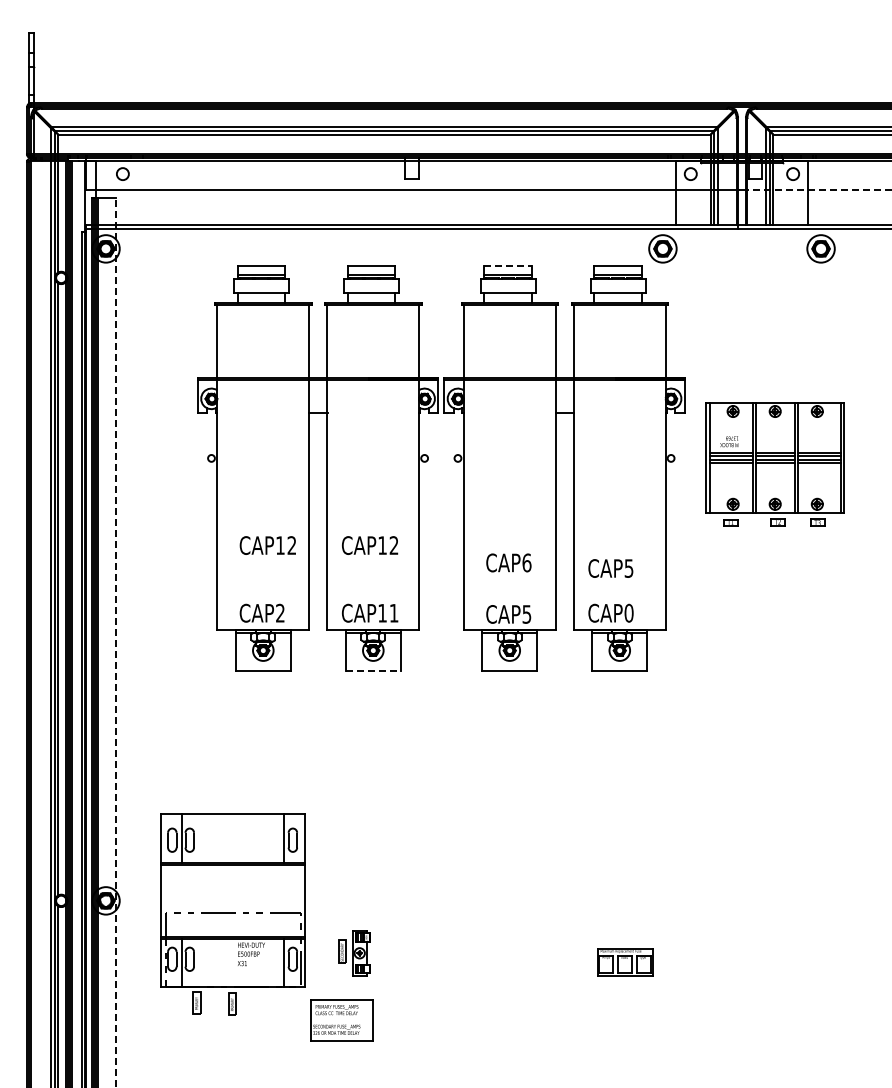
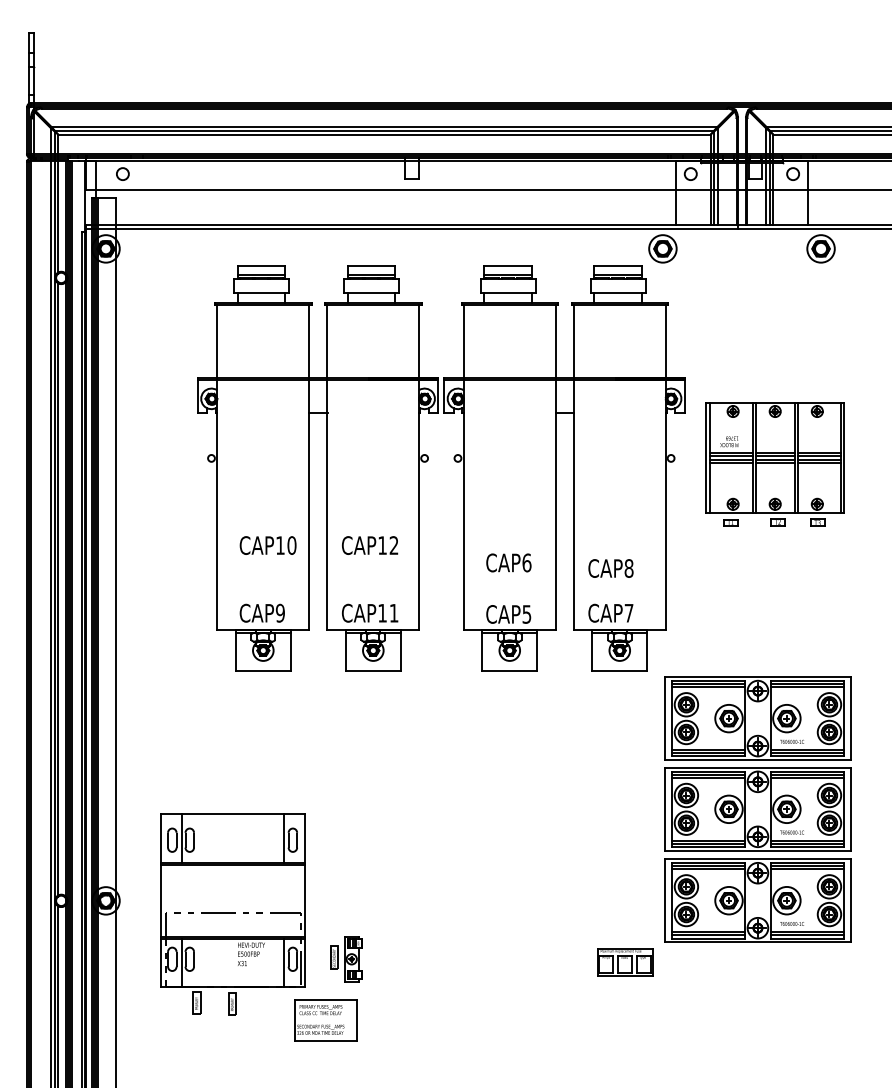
line at (818, 189): dashed -> solid
line at (508, 265): dashed -> solid
text at (291, 545): CAP12 -> CAP10
text at (628, 568): CAP5 -> CAP8
text at (628, 612): CAP0 -> CAP7
text at (279, 613): CAP2 -> CAP9
line at (116, 642): dashed -> solid
line at (373, 671): dashed -> solid
part at (757, 809): none -> present
part at (354, 953) position: (354, 953) -> (346, 959)
part at (341, 1020) position: (341, 1020) -> (325, 1020)
